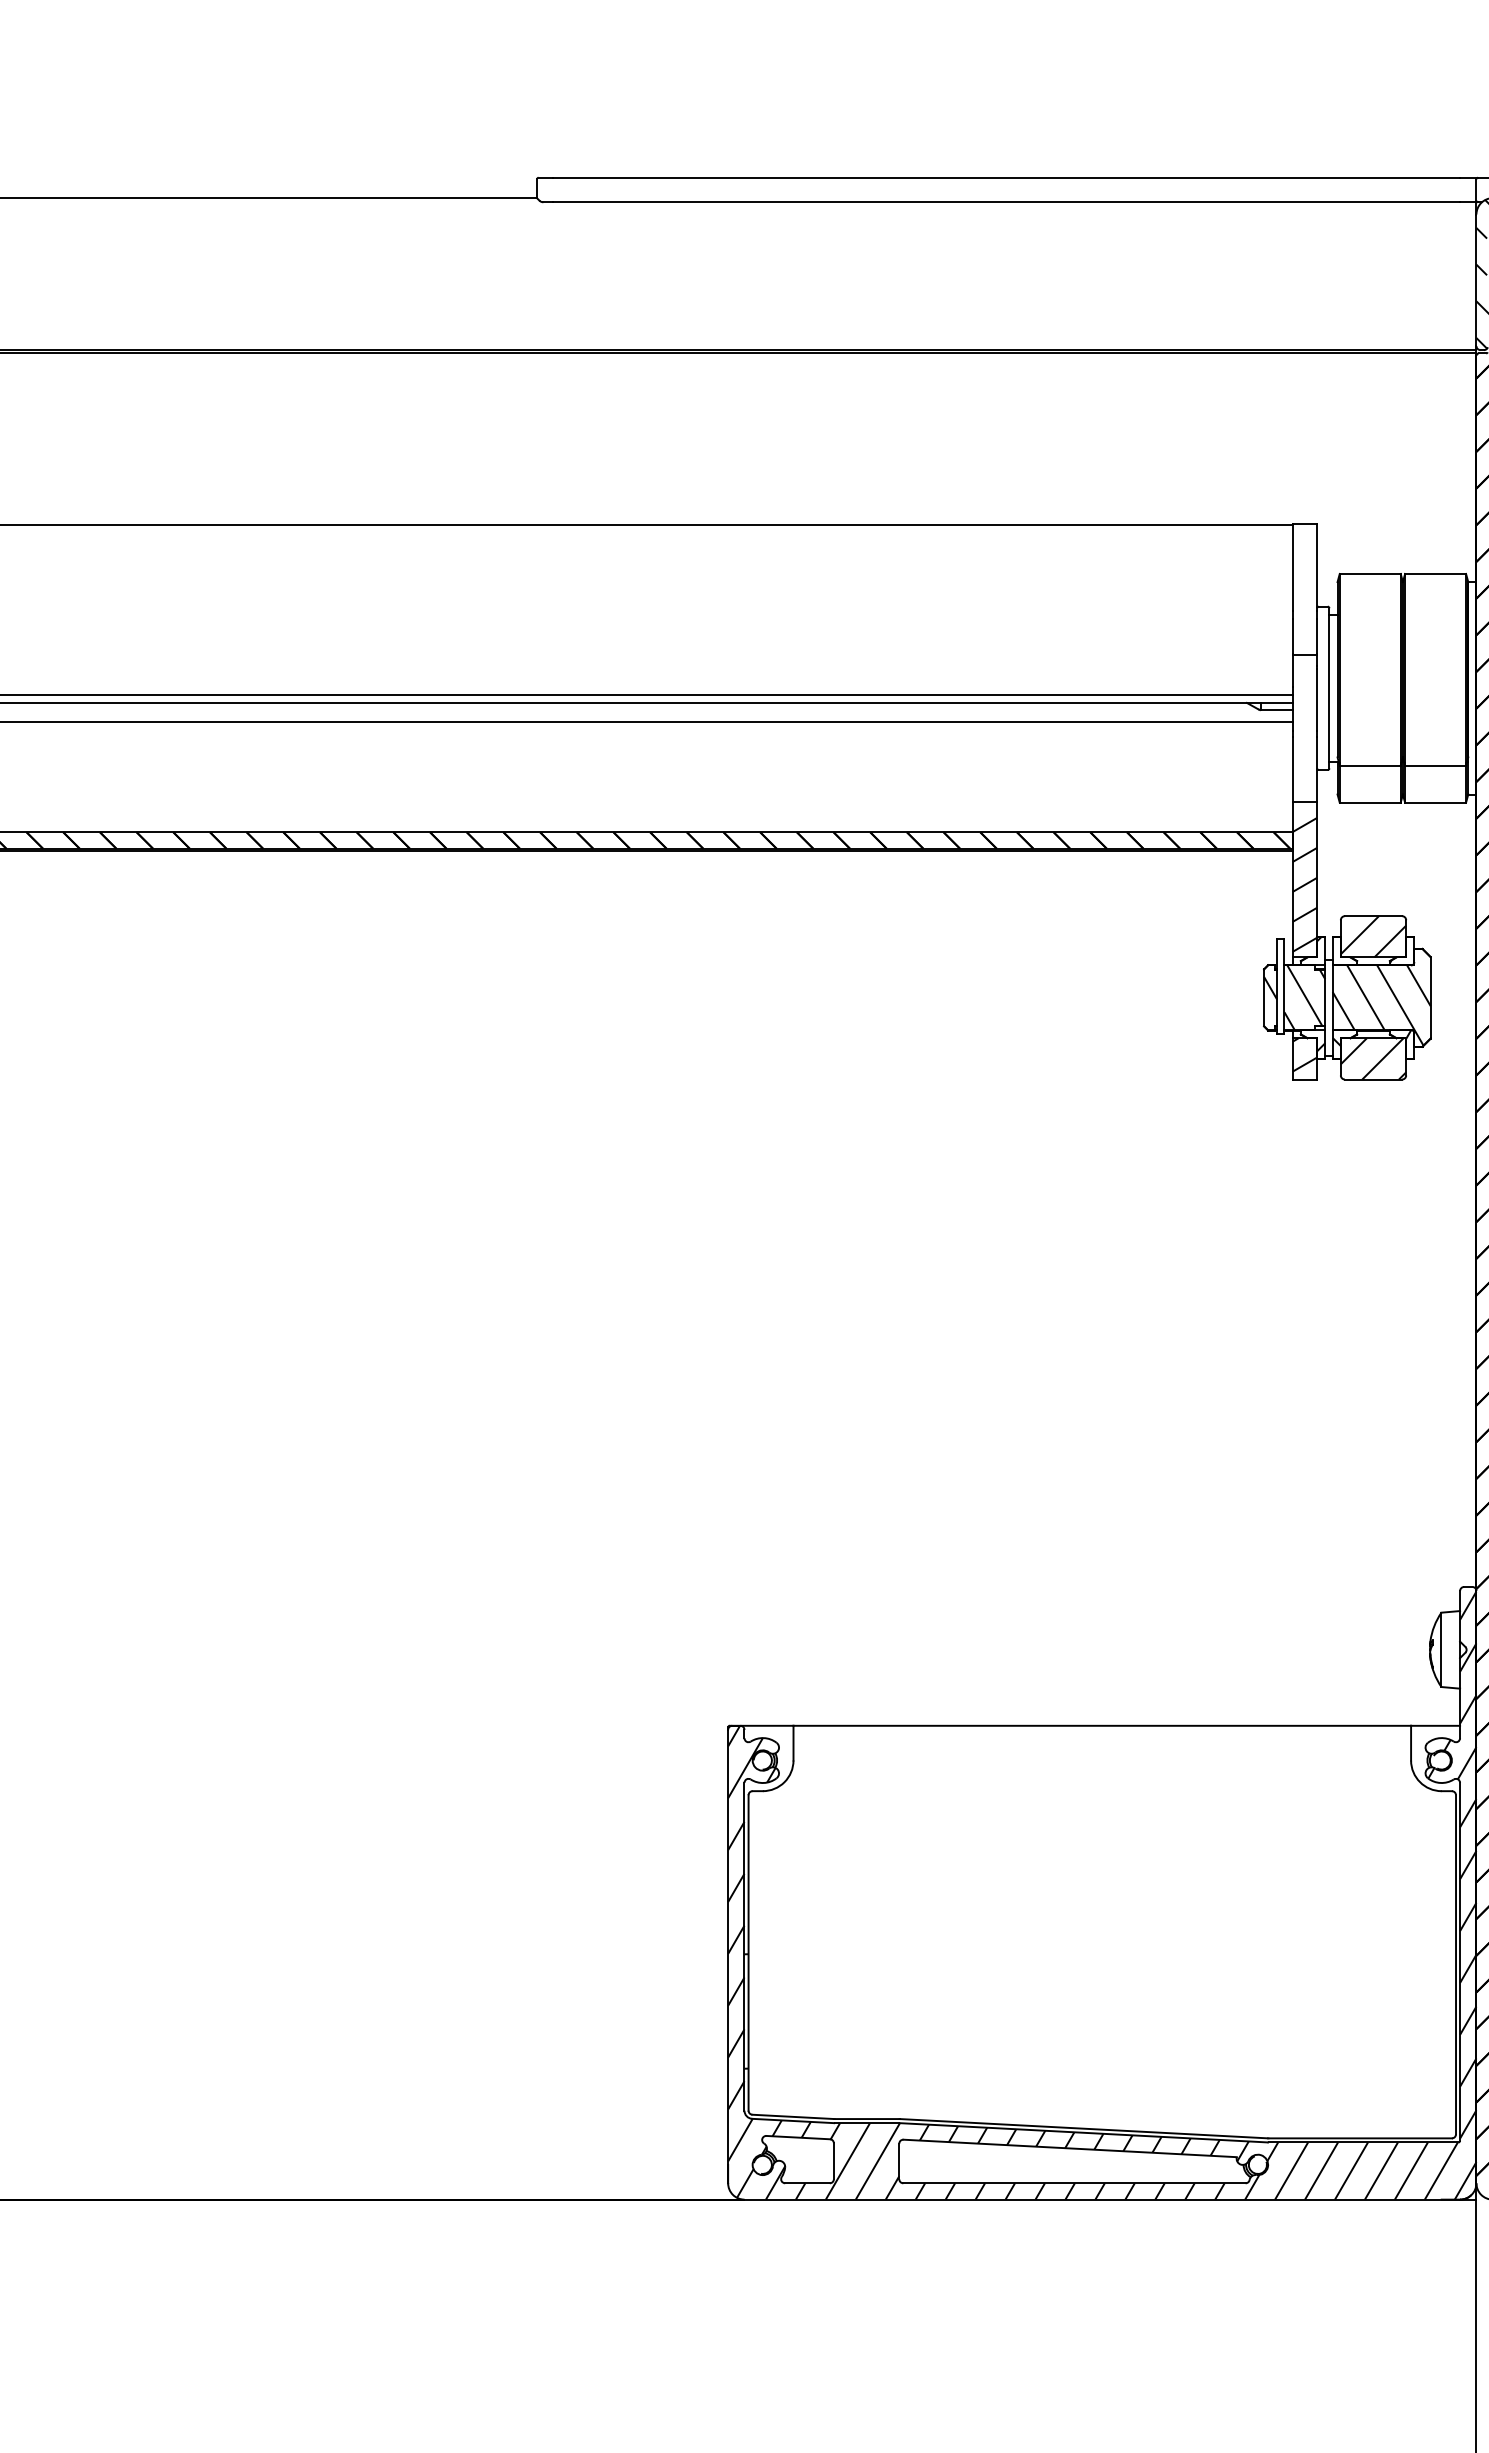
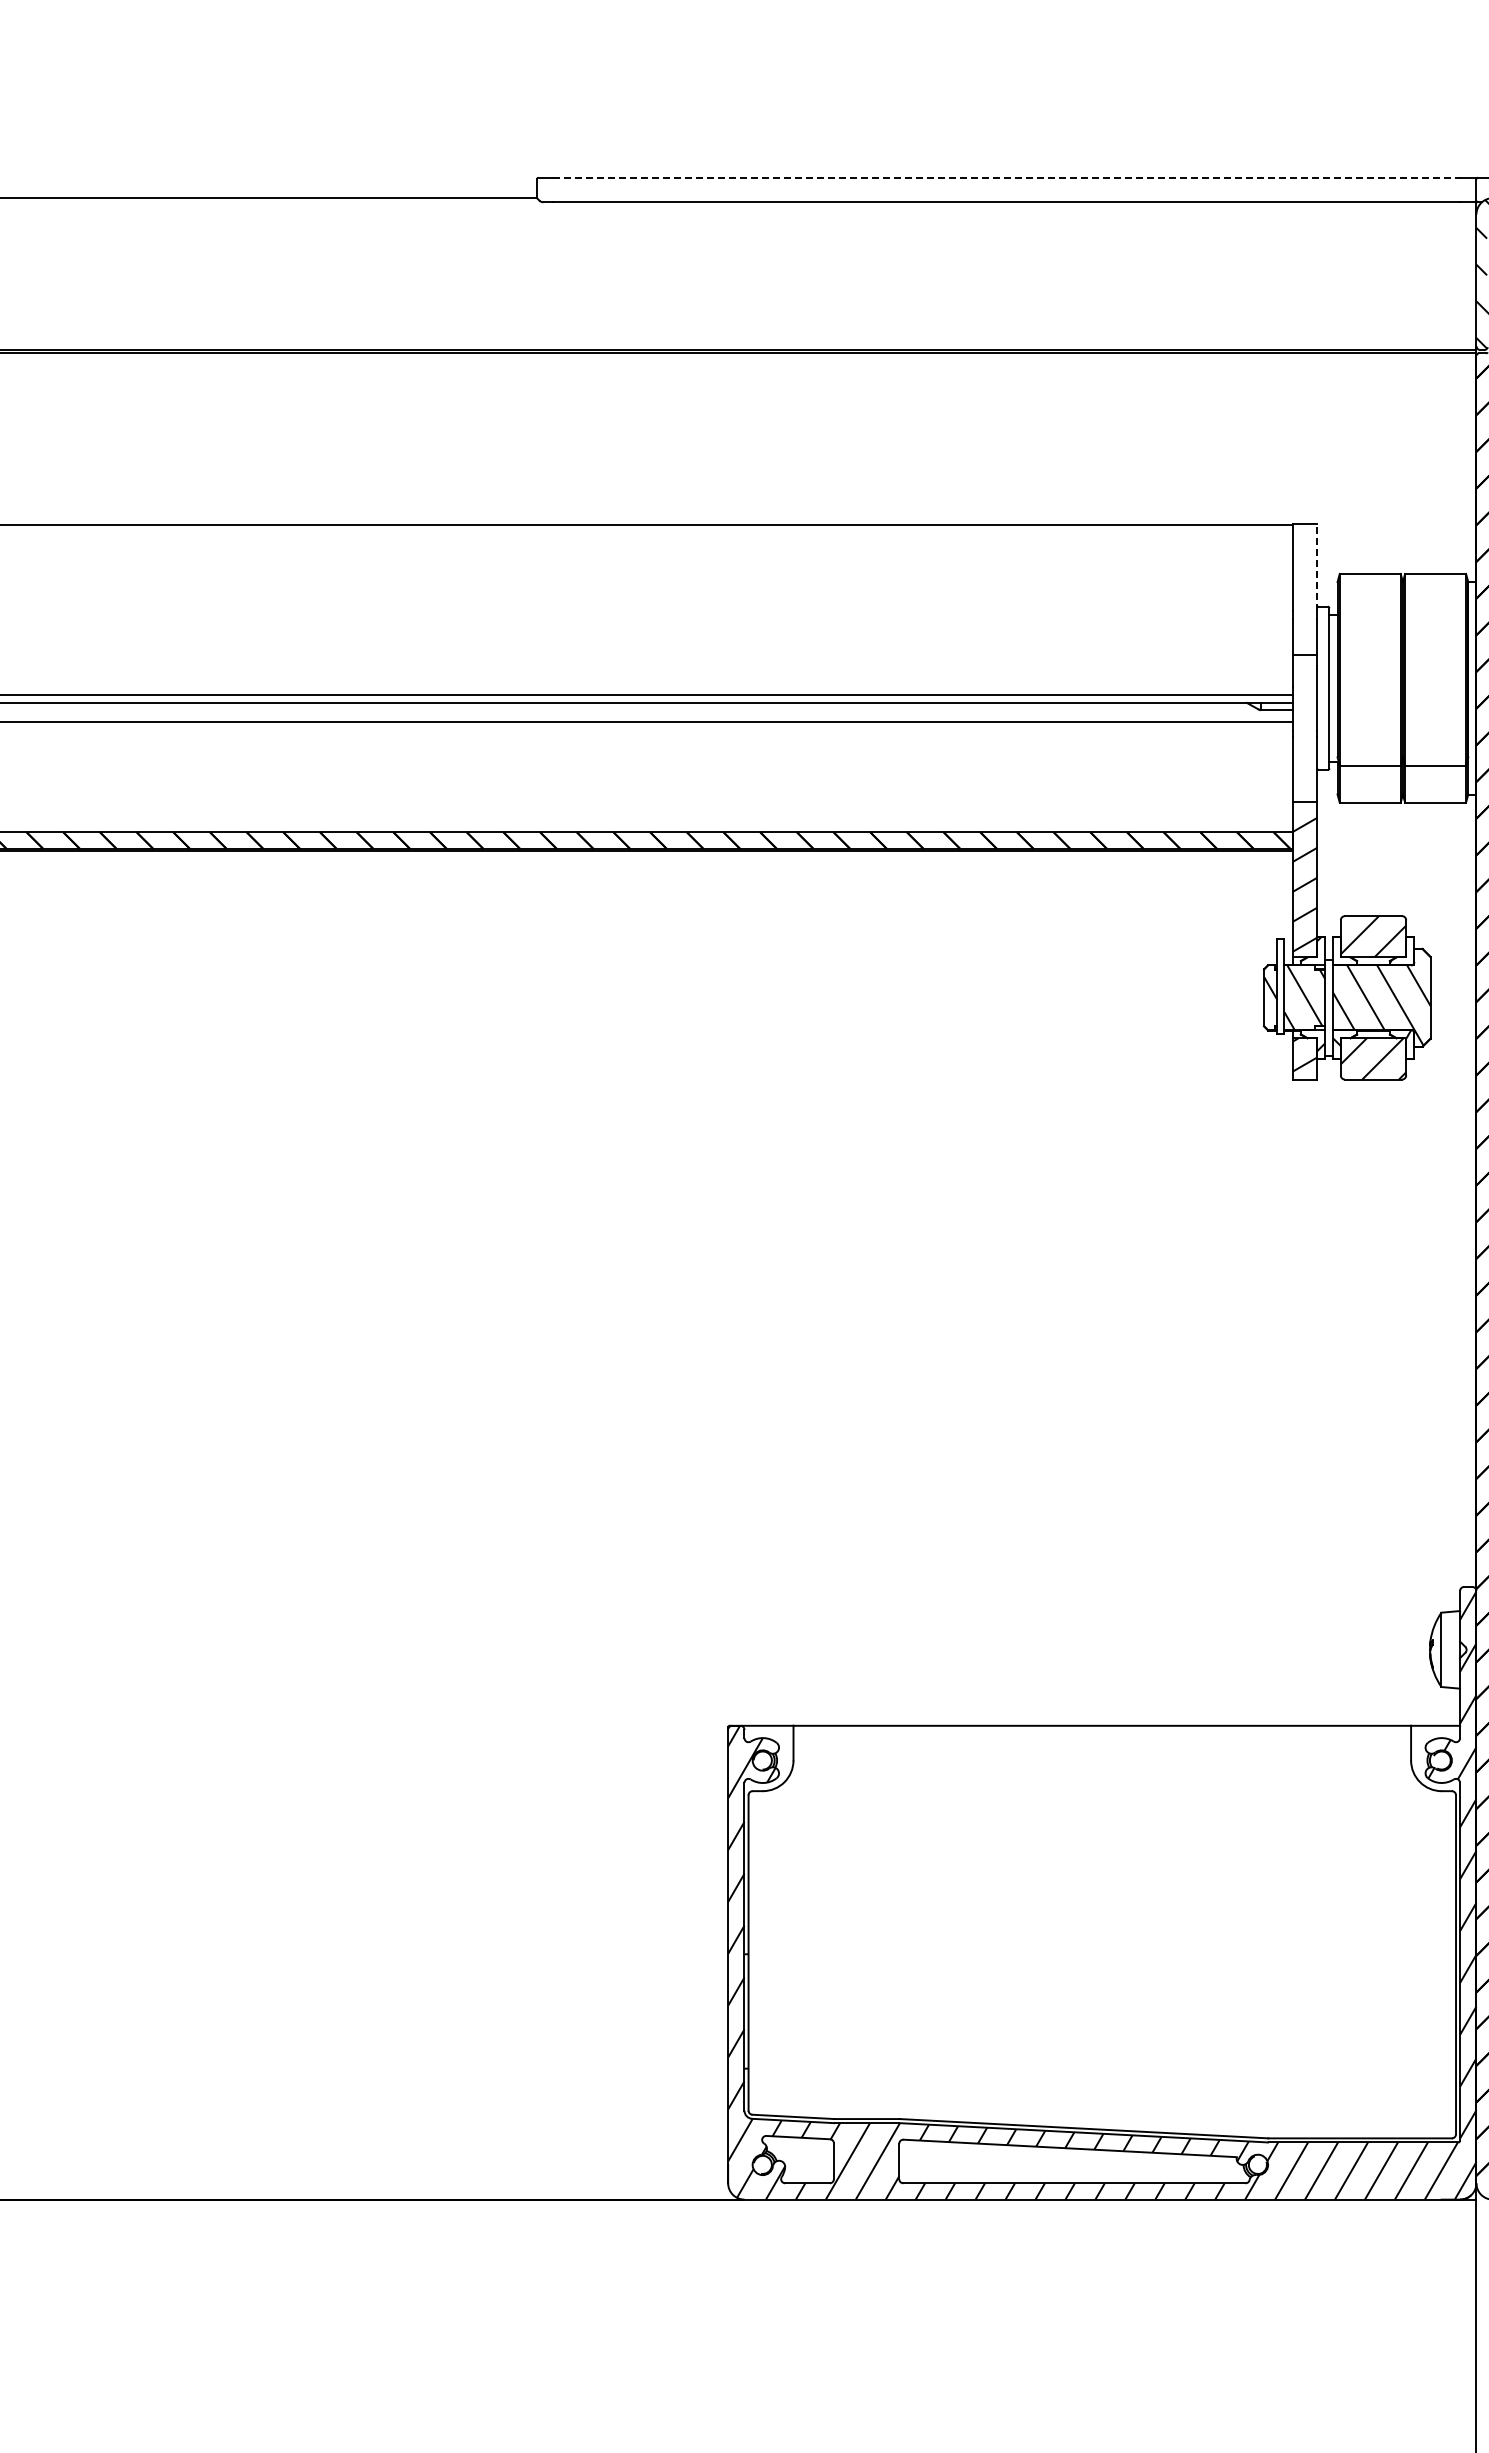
line at (1007, 177): solid -> dashed
line at (1317, 566): solid -> dashed
